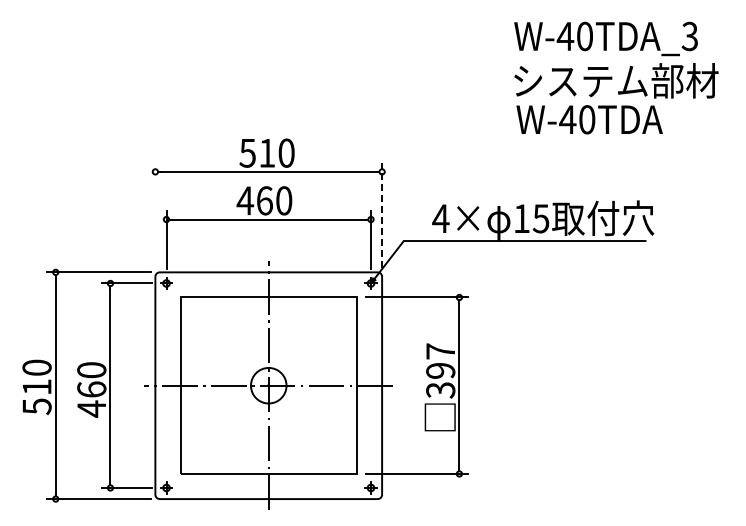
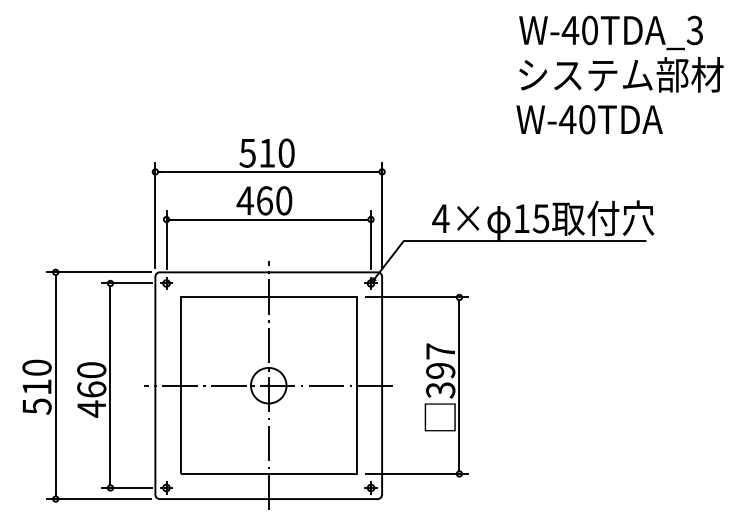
text at (616, 59) position: (616, 59) -> (621, 53)
line at (382, 214): dashed -> solid
line at (155, 215): none -> present
